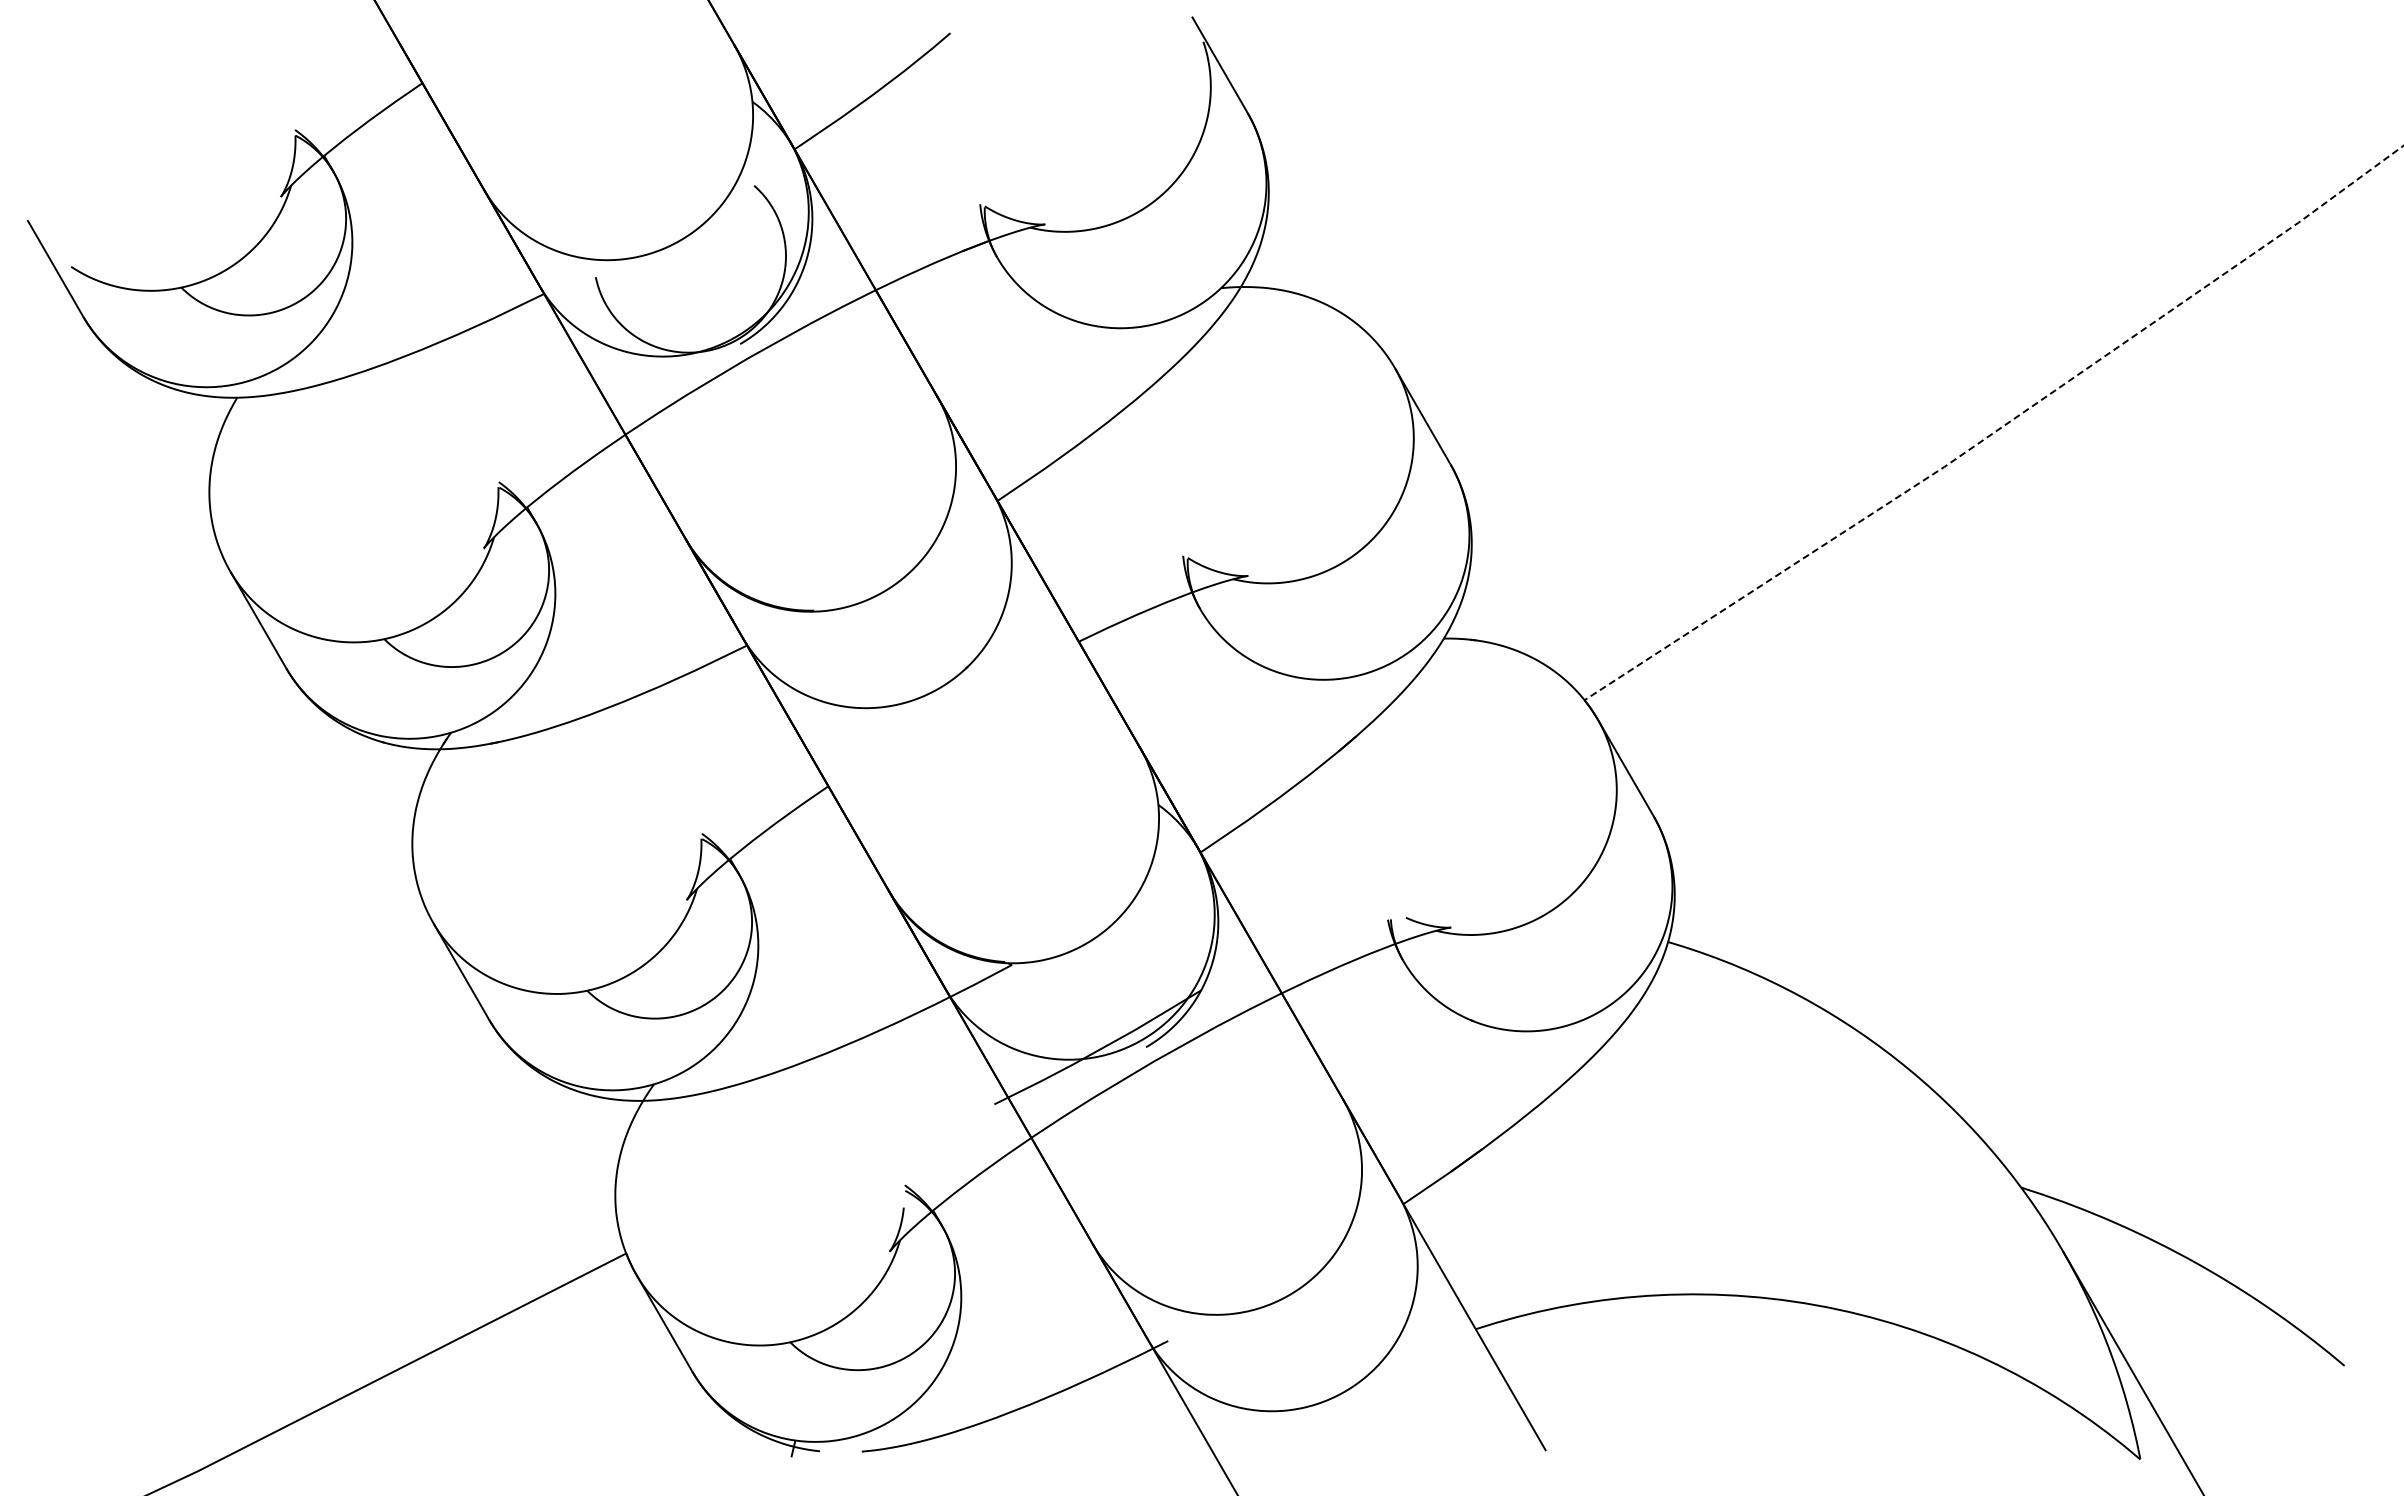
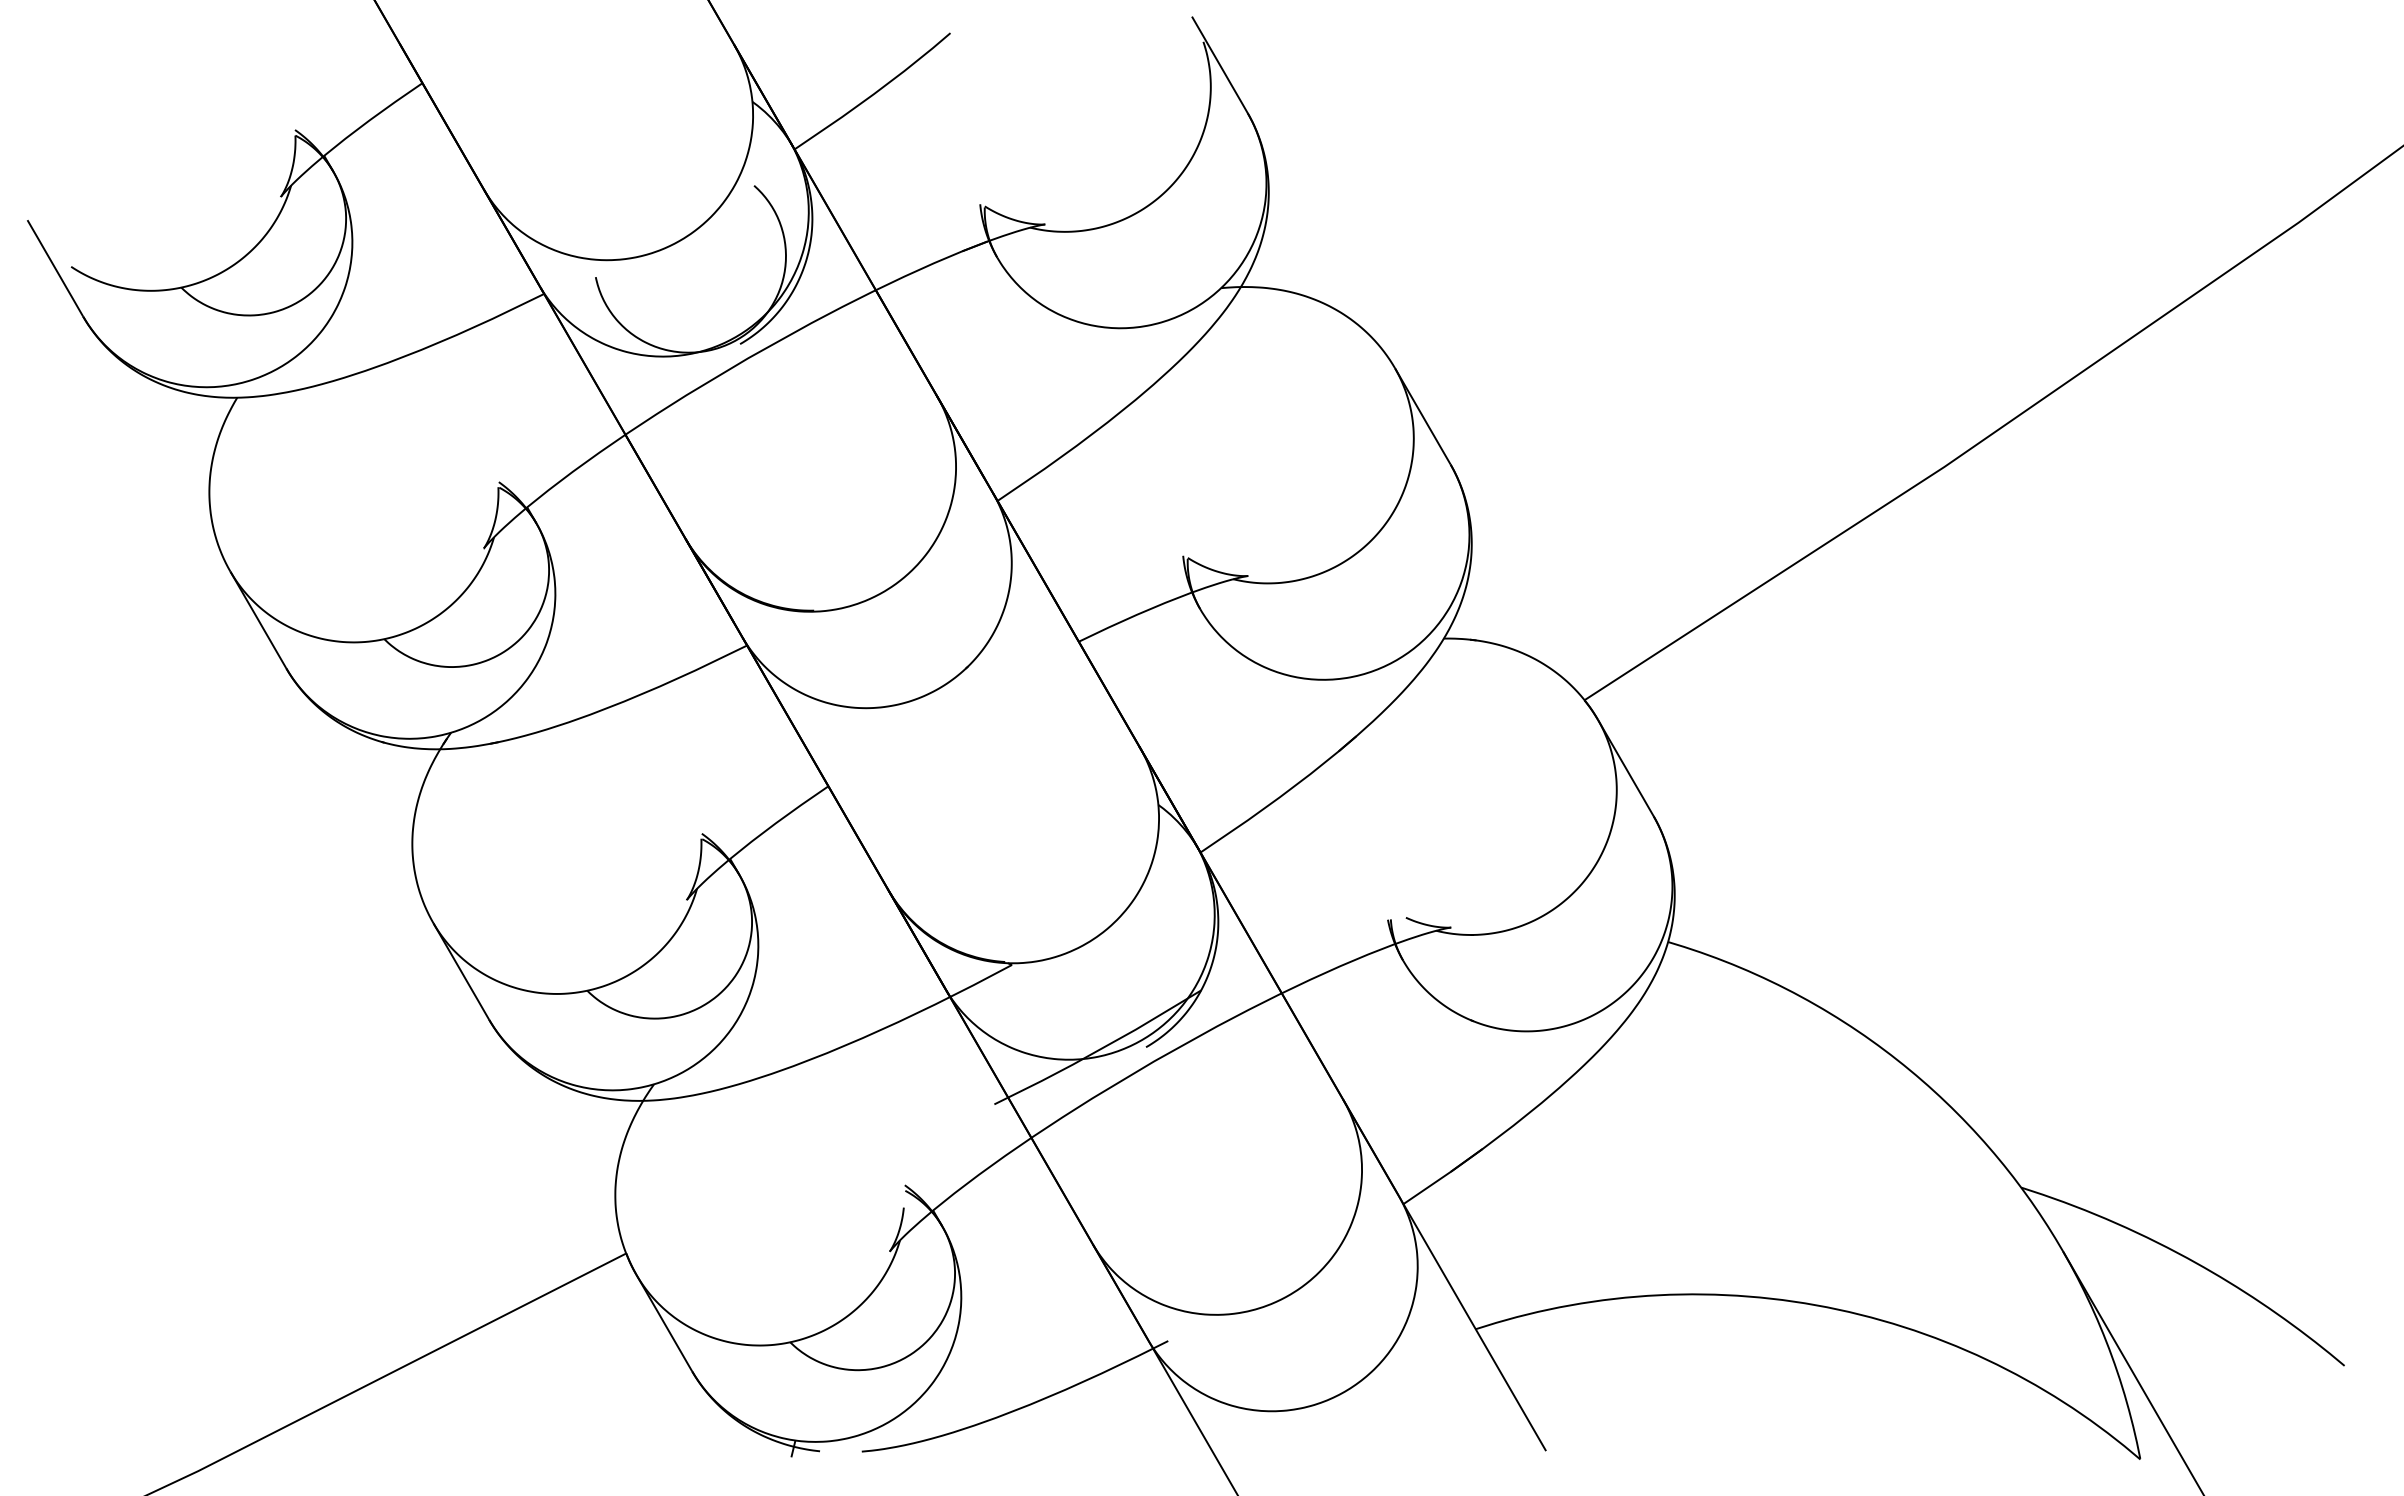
line at (1997, 430): dashed -> solid
